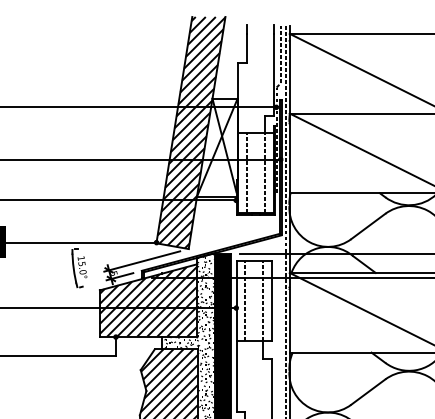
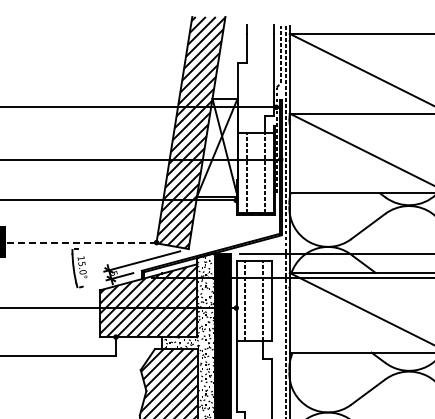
line at (77, 242): solid -> dashed
